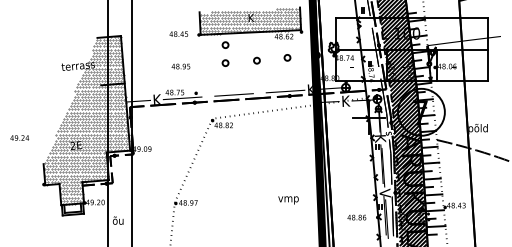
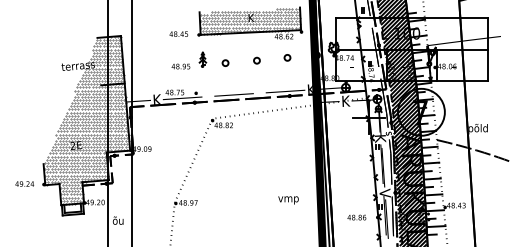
circle at (225, 44): present -> none
part at (202, 59): none -> present
text at (19, 137) position: (19, 137) -> (24, 183)
